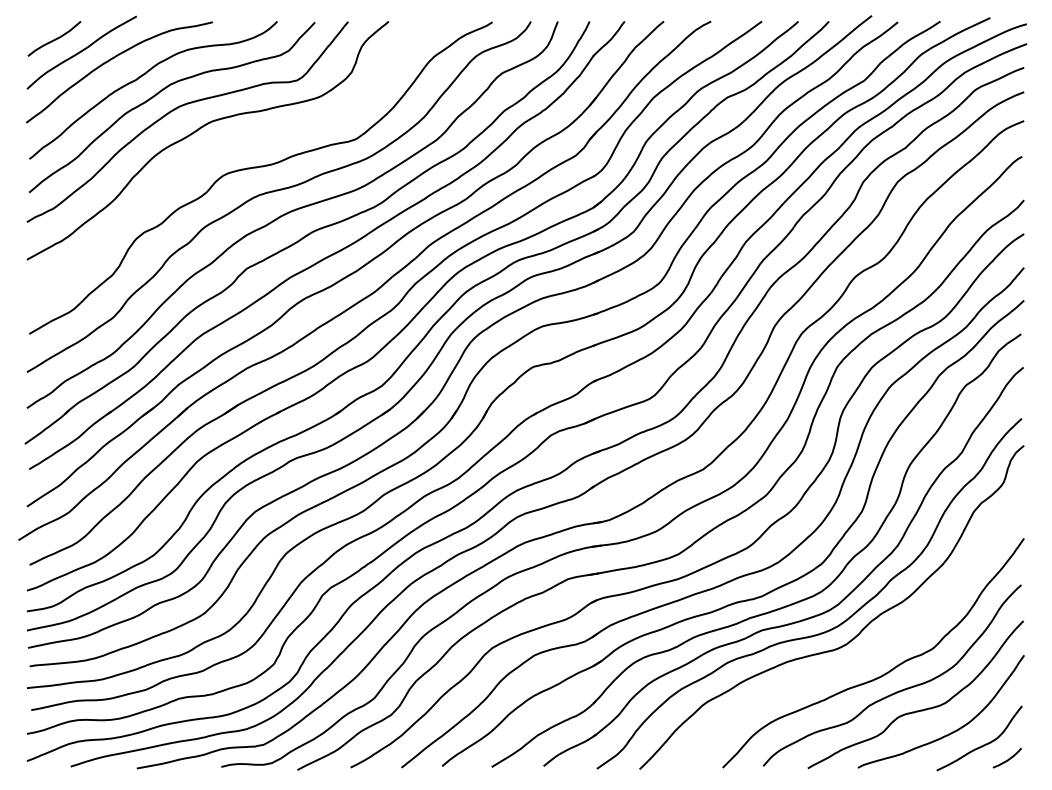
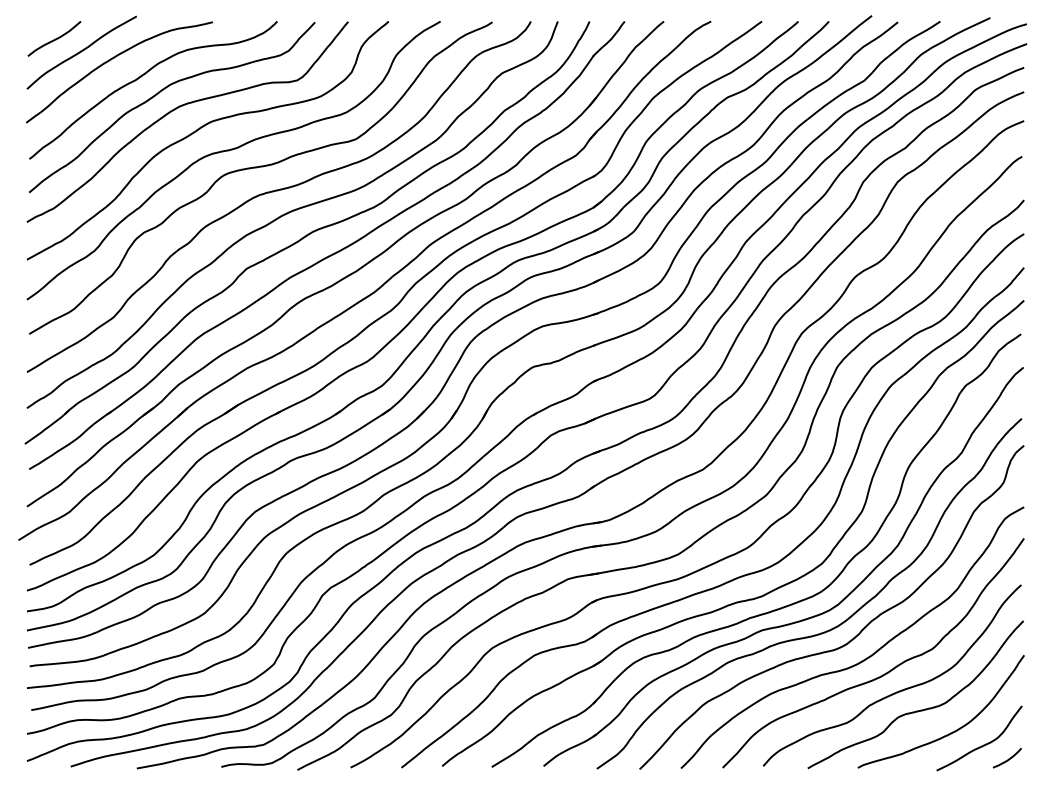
curve at (229, 151): none -> present
curve at (866, 657): none -> present
